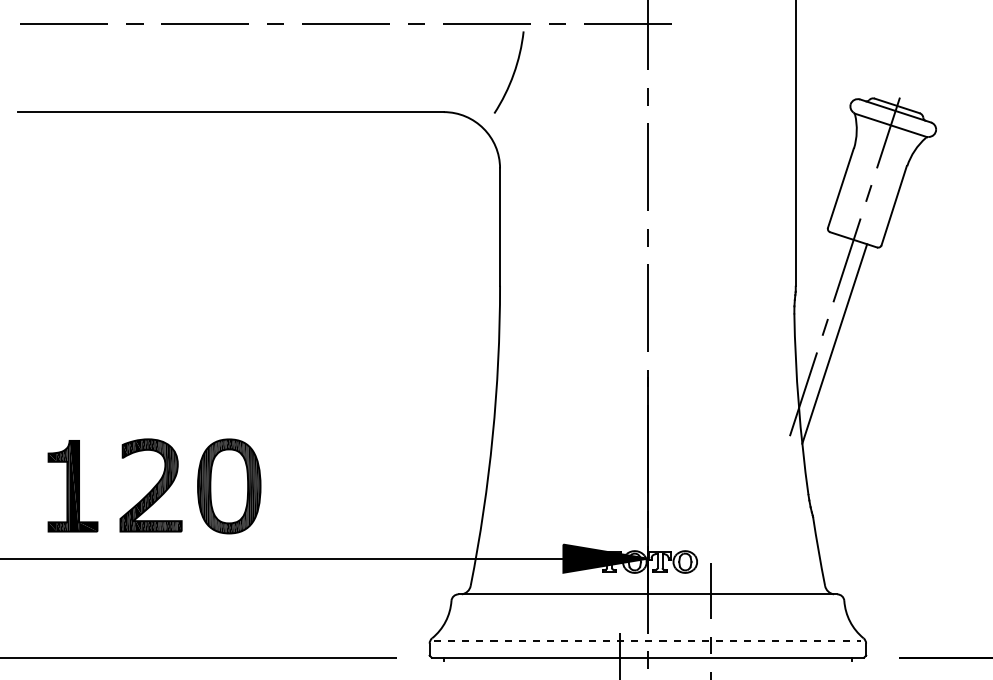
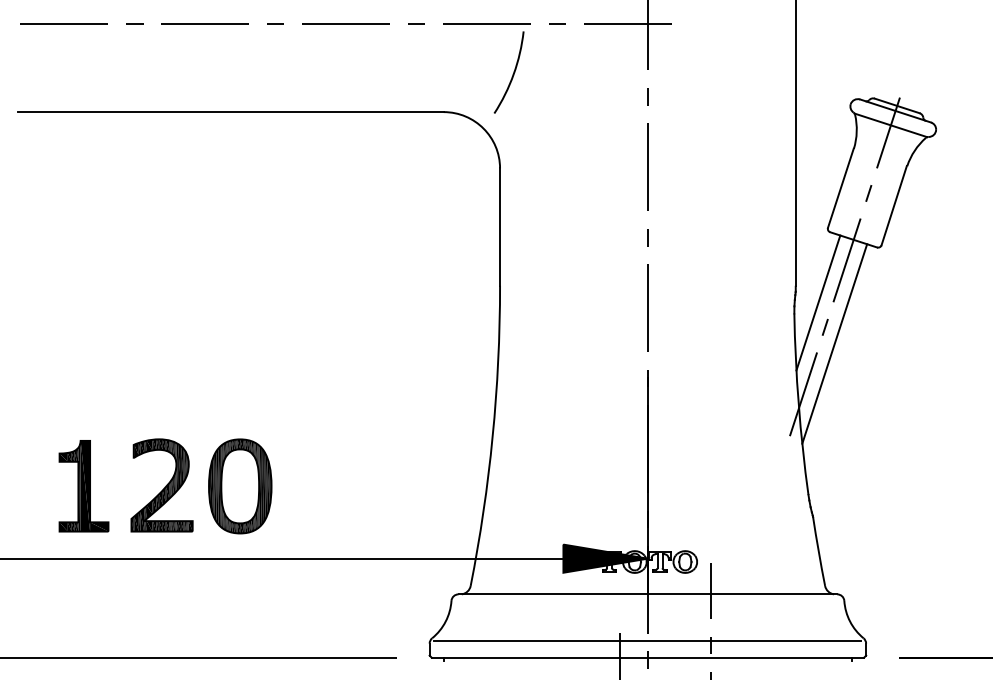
line at (818, 302): none -> present
part at (154, 486) position: (154, 486) -> (165, 486)
line at (647, 641): dashed -> solid
